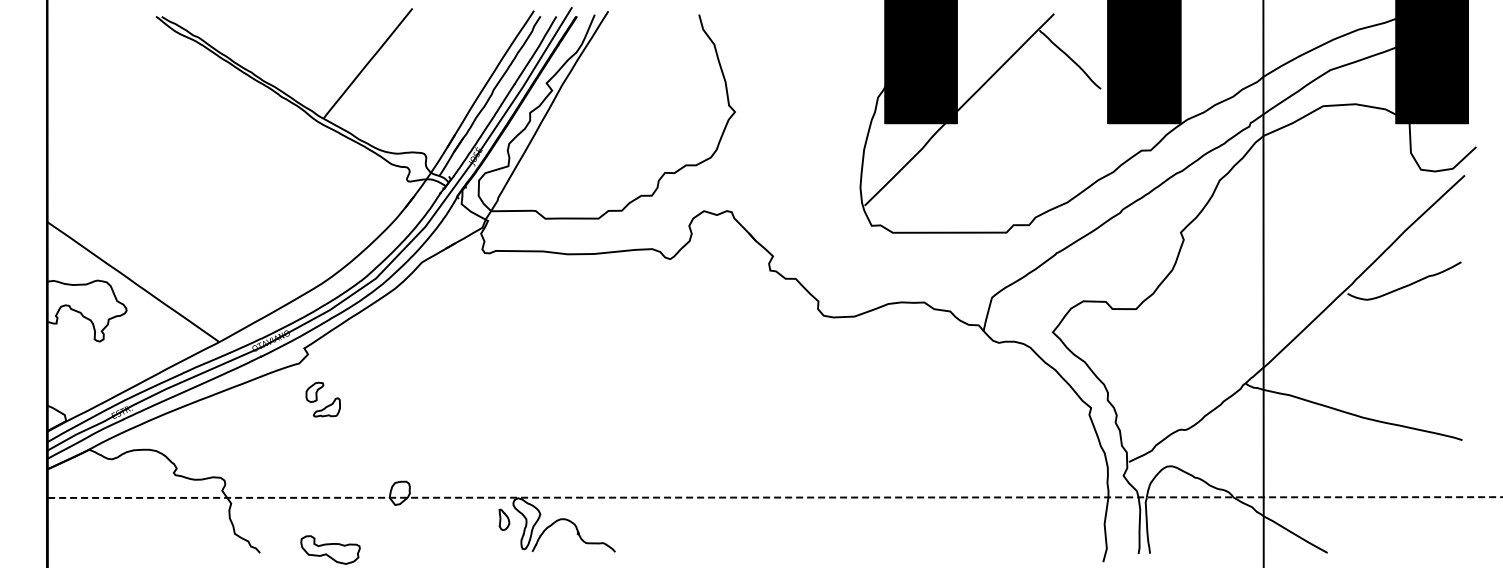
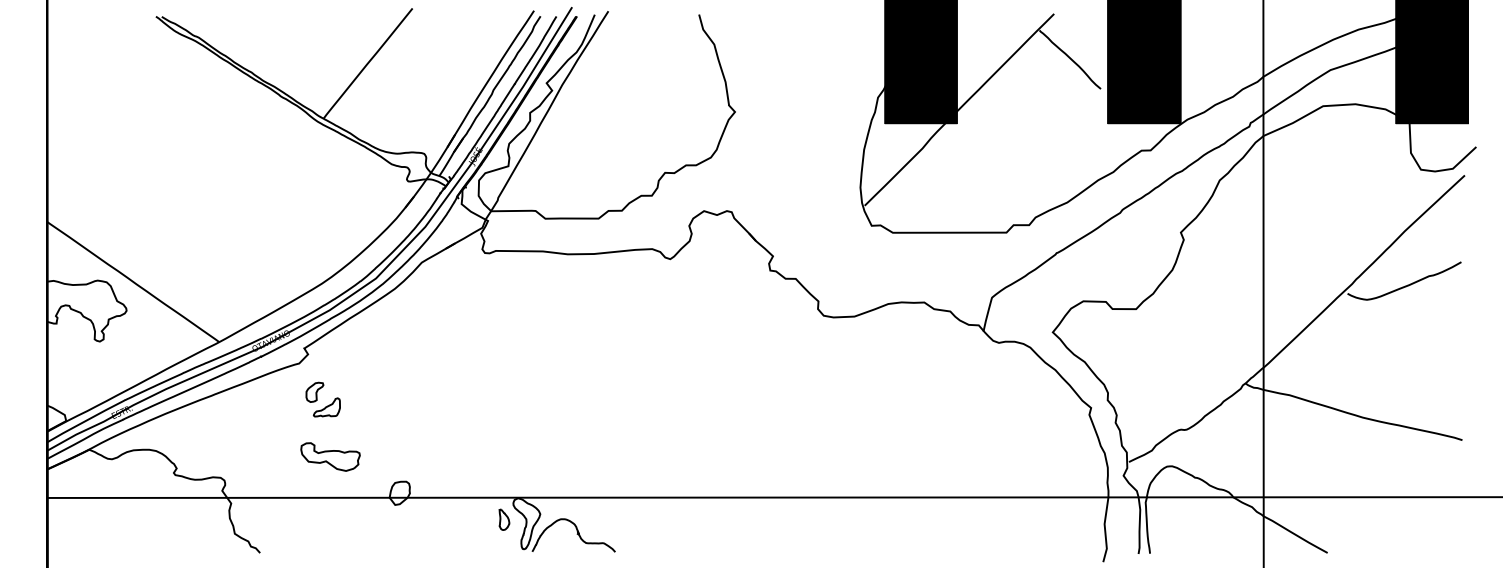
line at (774, 497): dashed -> solid
part at (330, 549) position: (330, 549) -> (330, 456)
